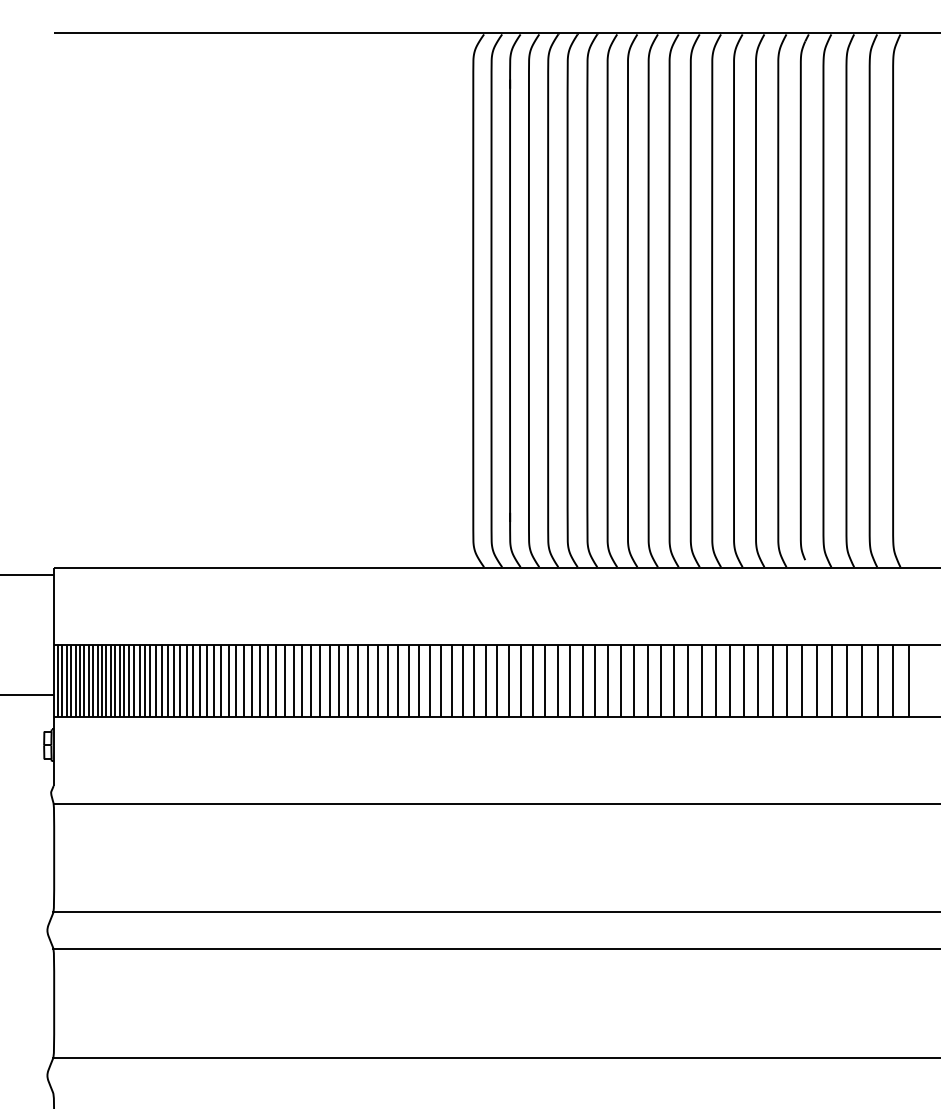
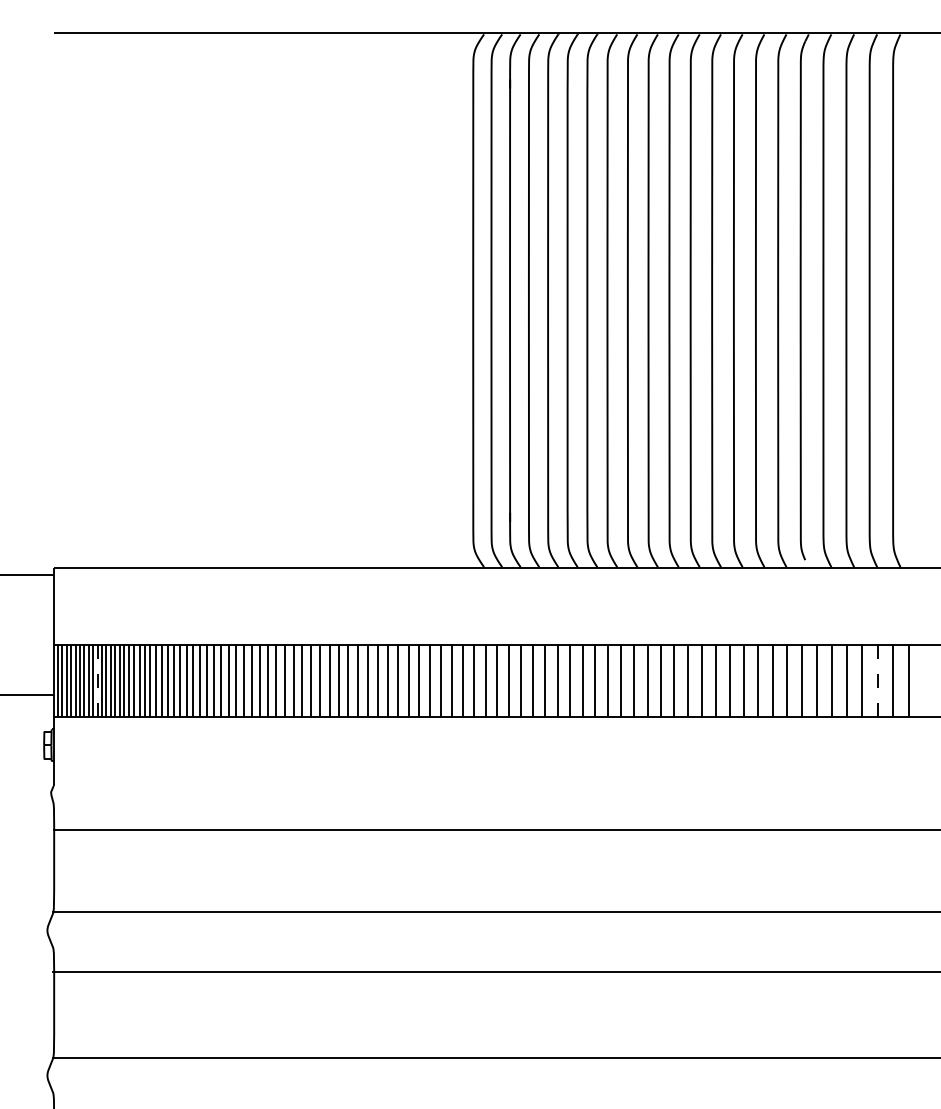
line at (97, 680): solid -> dashed
line at (877, 680): solid -> dashed
line at (495, 803) position: (495, 803) -> (495, 829)
line at (495, 948) position: (495, 948) -> (495, 971)
